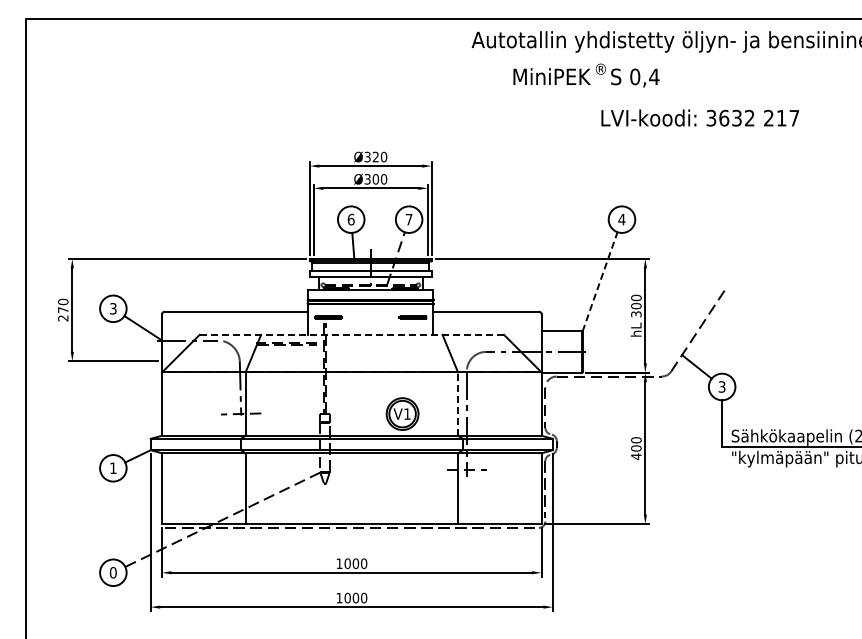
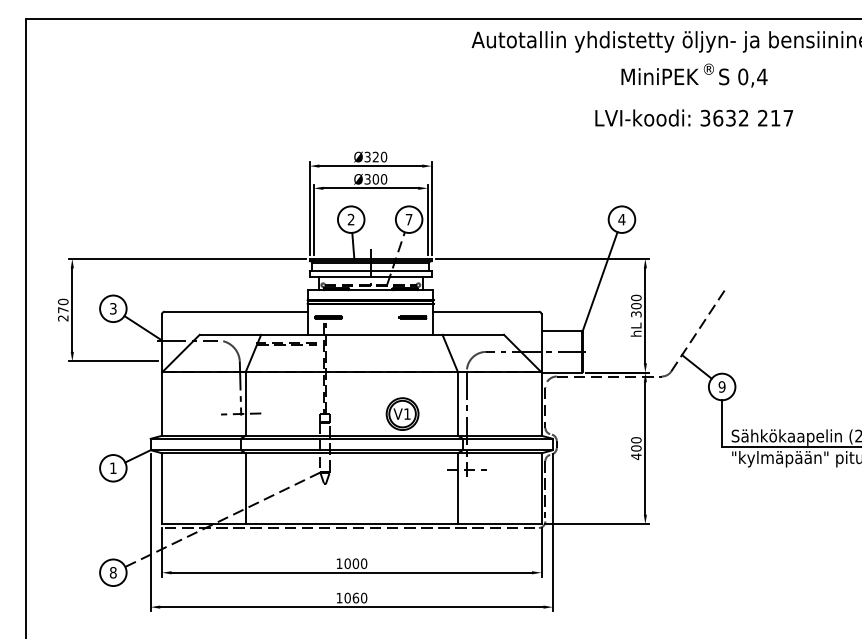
text at (586, 75) position: (586, 75) -> (694, 75)
text at (700, 117) position: (700, 117) -> (694, 117)
text at (350, 219): 6 -> 2
line at (600, 281): dashed -> solid
line at (352, 334): dashed -> solid
text at (721, 386): 3 -> 9
line at (458, 404): dashed -> solid
text at (112, 572): 0 -> 8
text at (356, 597): 1000 -> 1060
